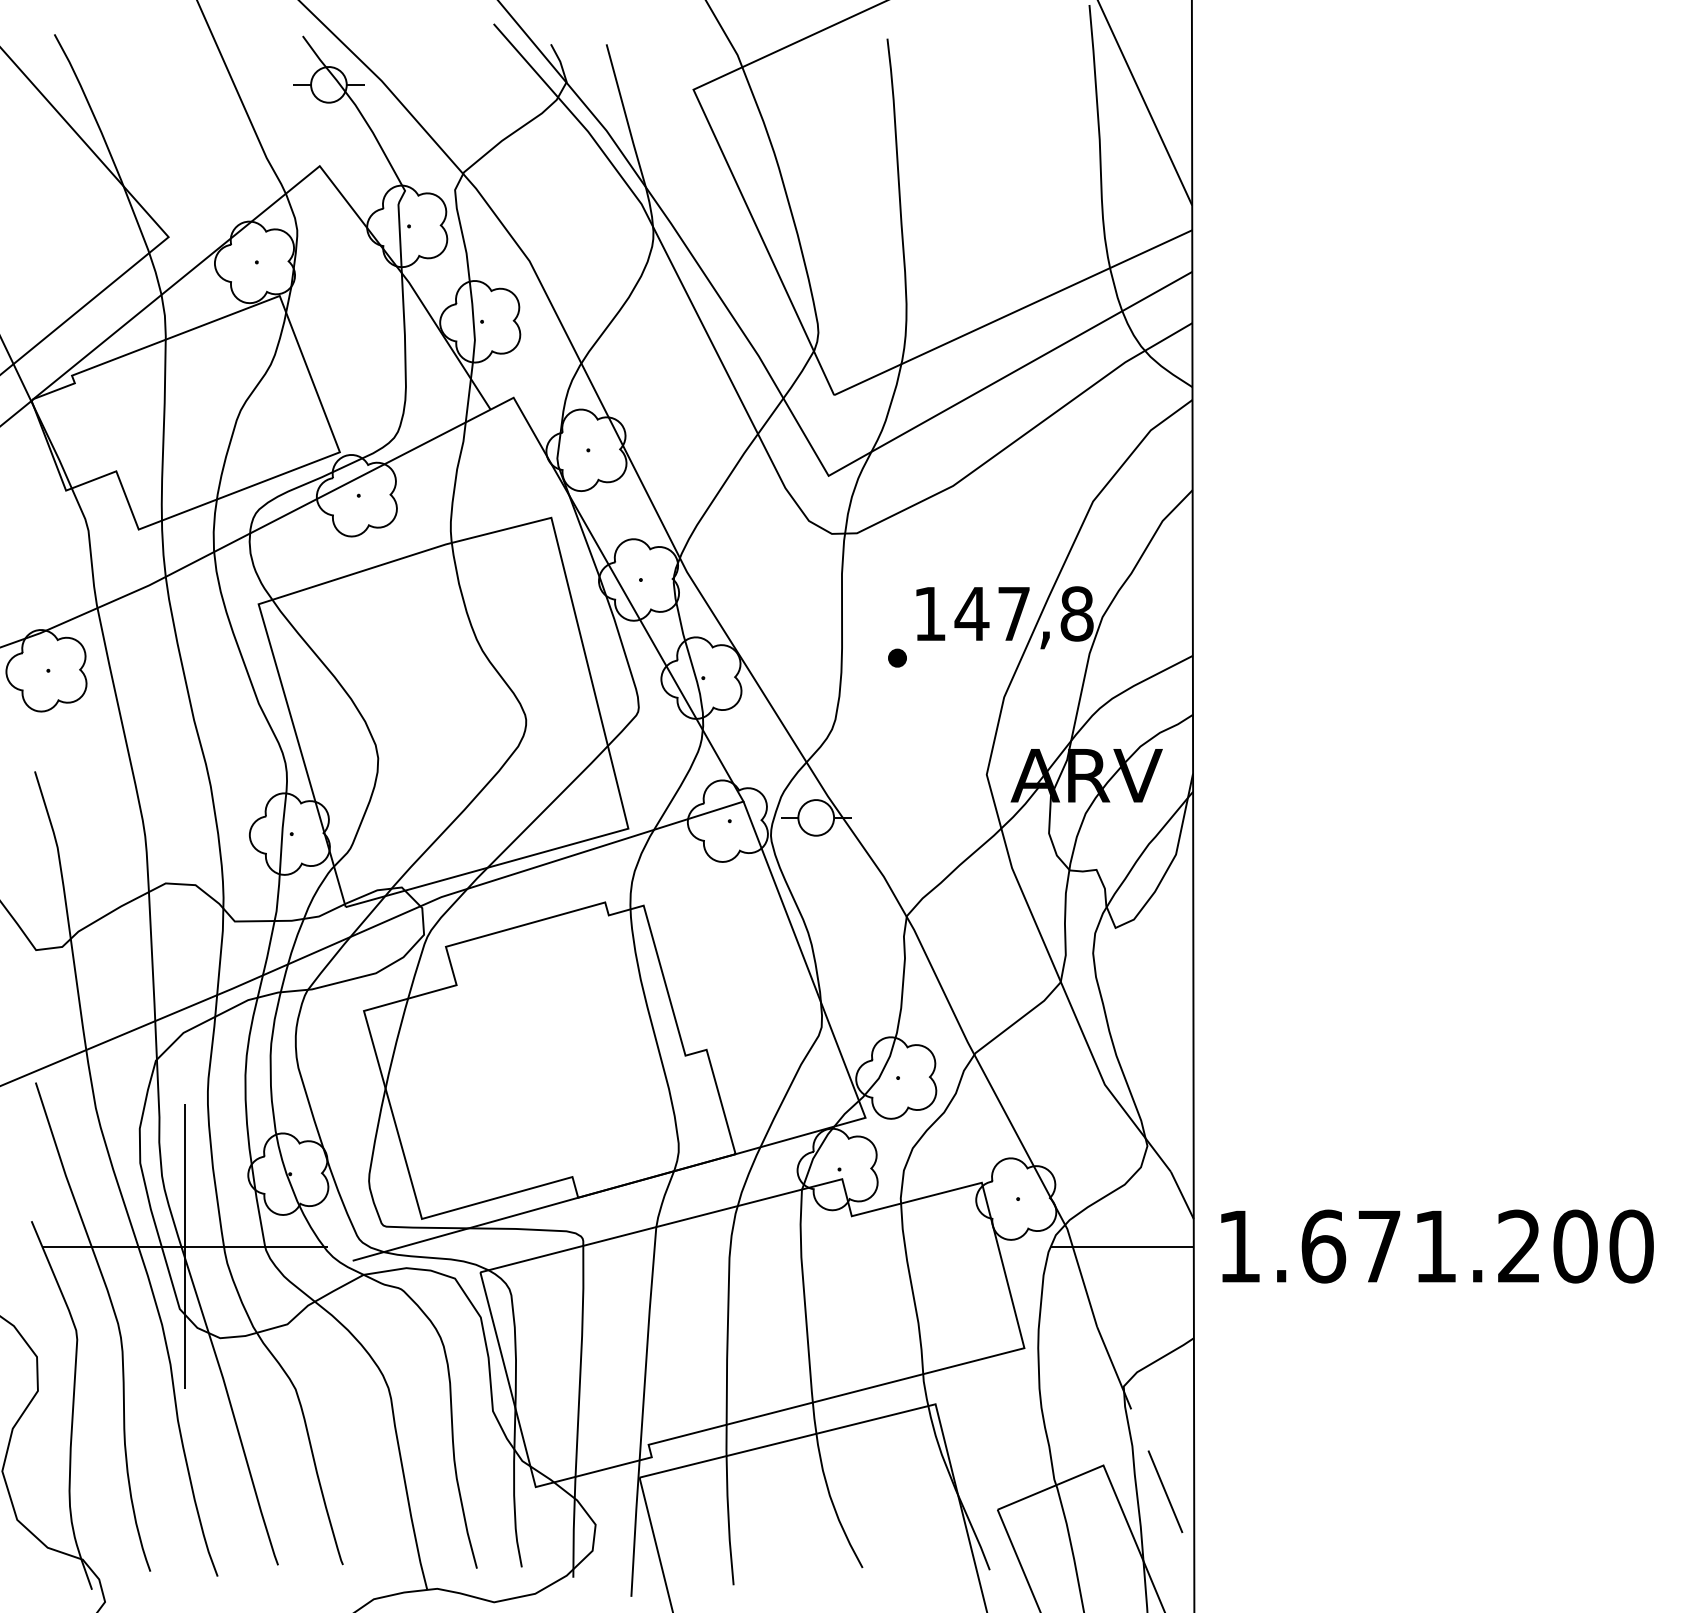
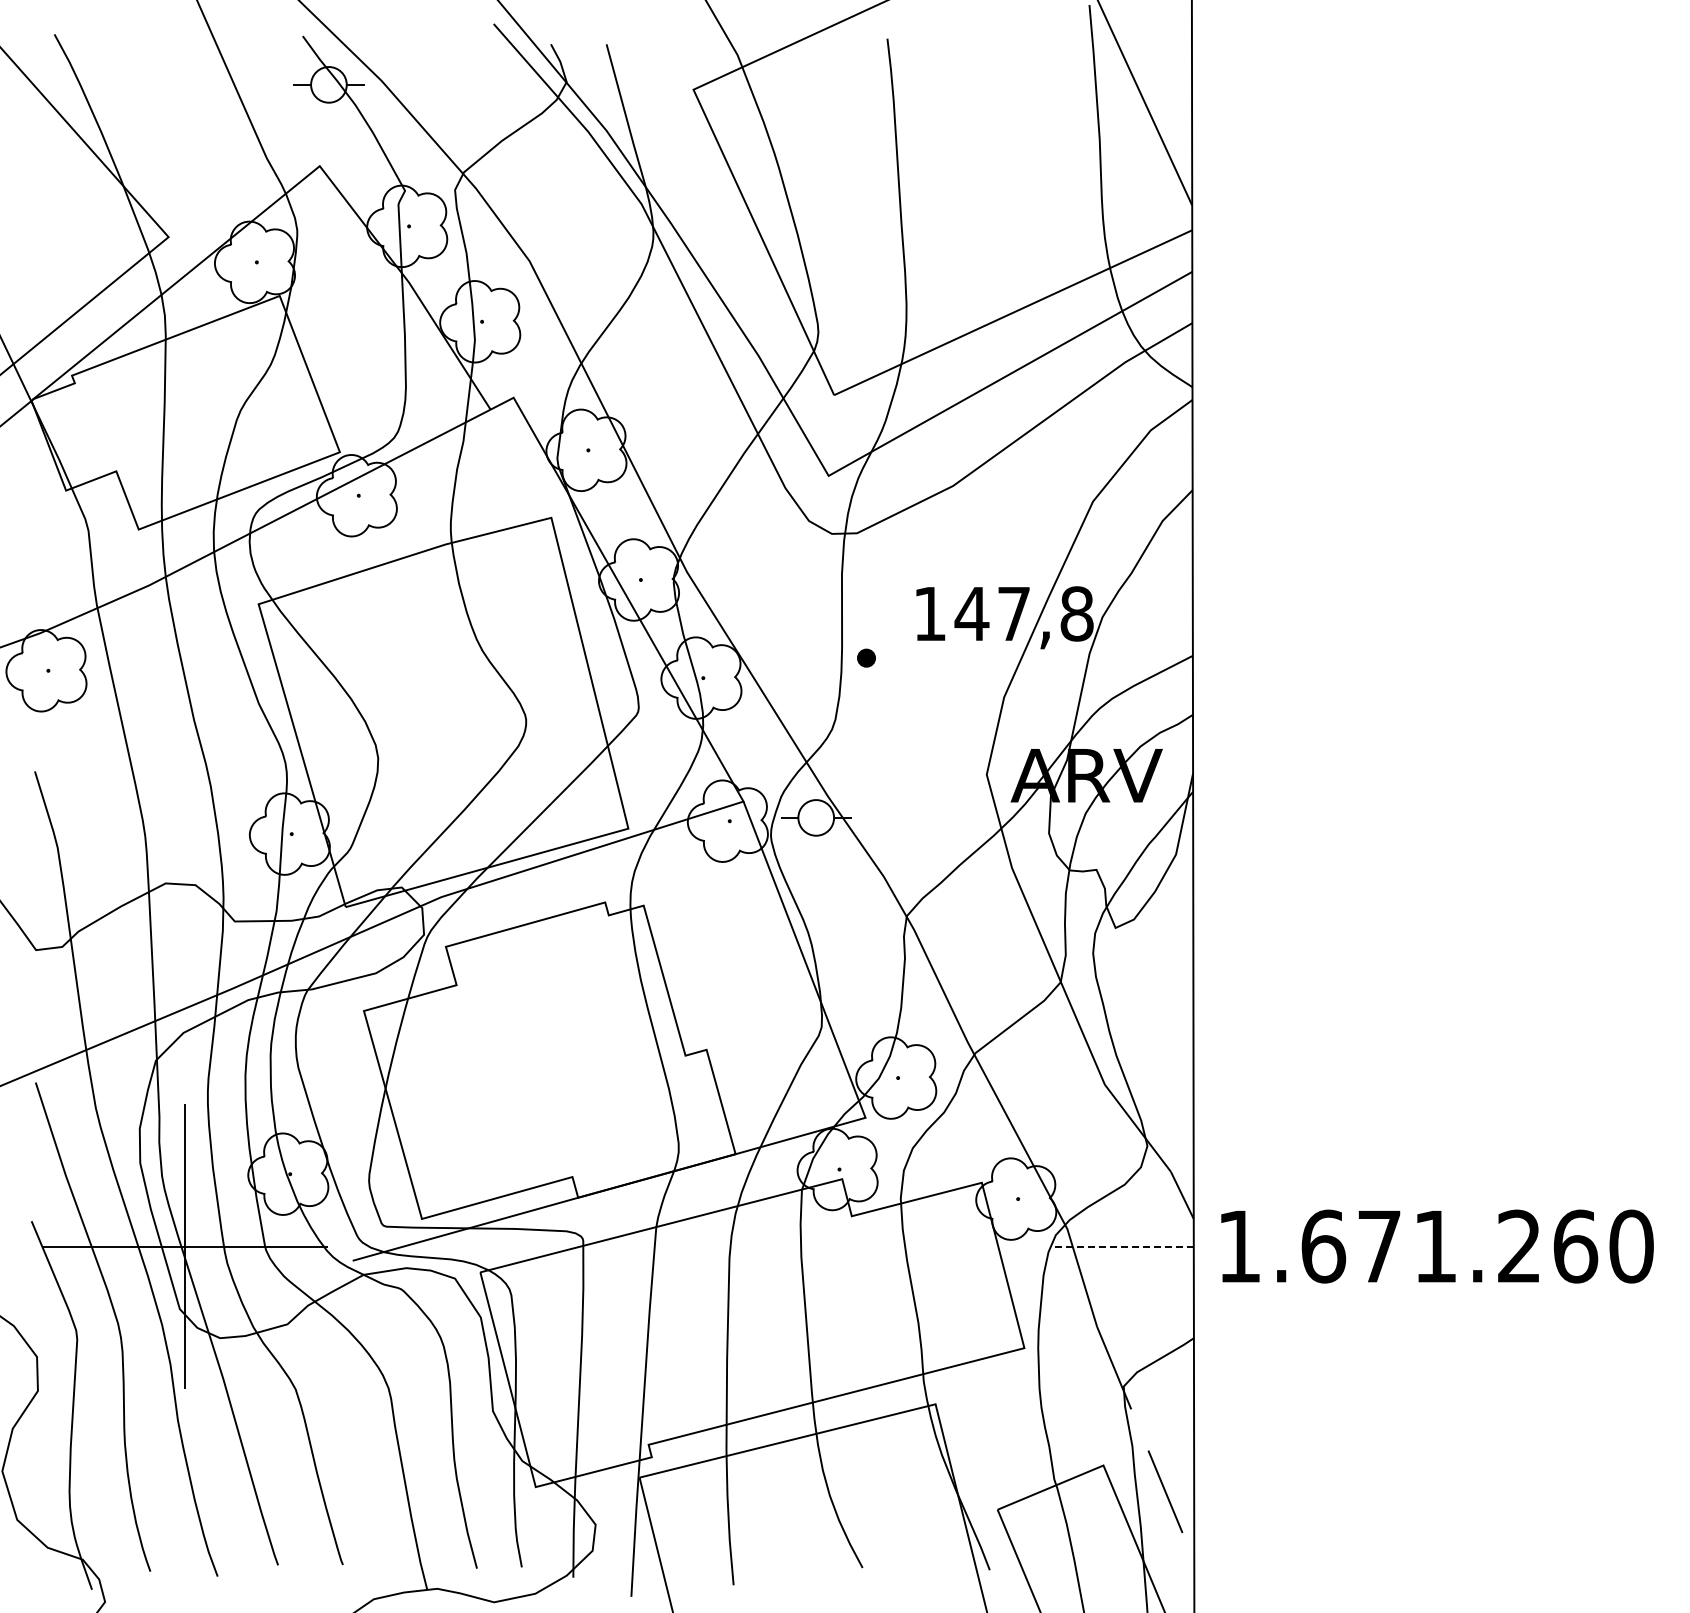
part at (897, 657) position: (897, 657) -> (866, 657)
line at (1121, 1246): solid -> dashed
text at (1575, 1246): 1.671.200 -> 1.671.260
